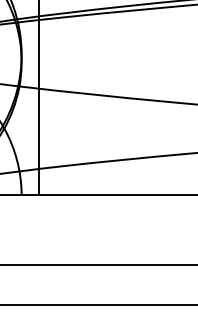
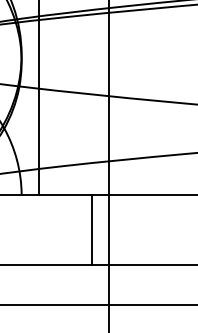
line at (109, 165): none -> present
line at (91, 229): none -> present
